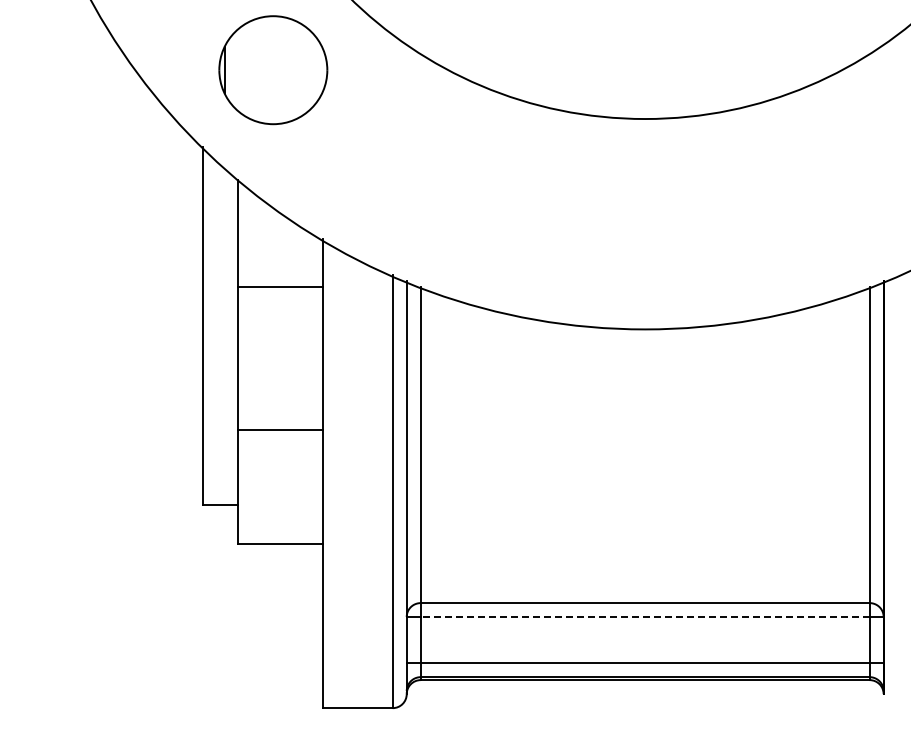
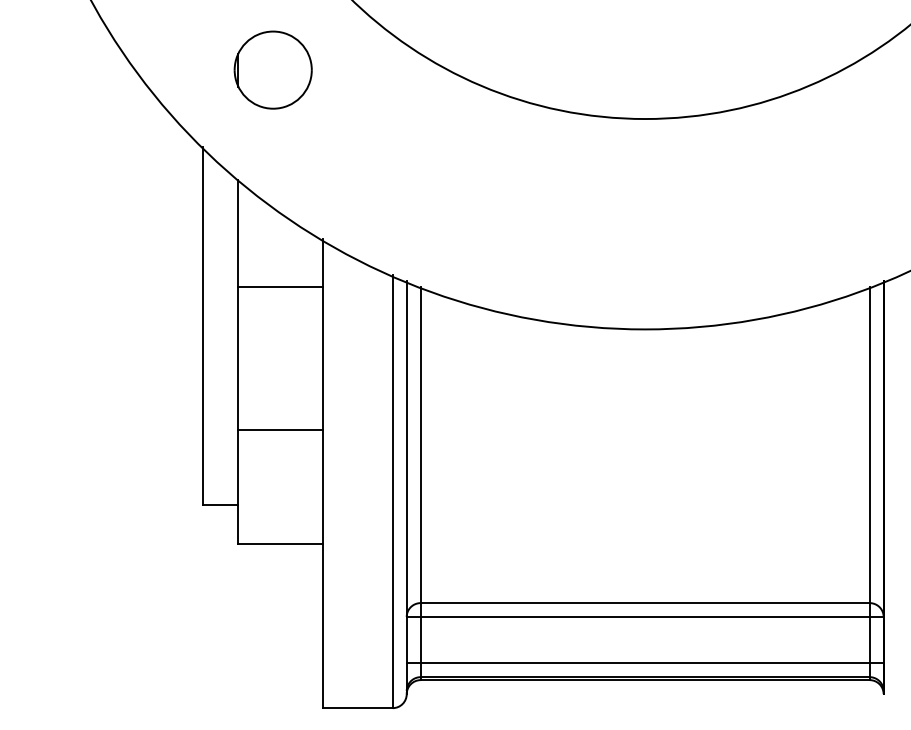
part at (273, 70) size: 111x111 px -> 80x80 px
line at (644, 616): dashed -> solid
